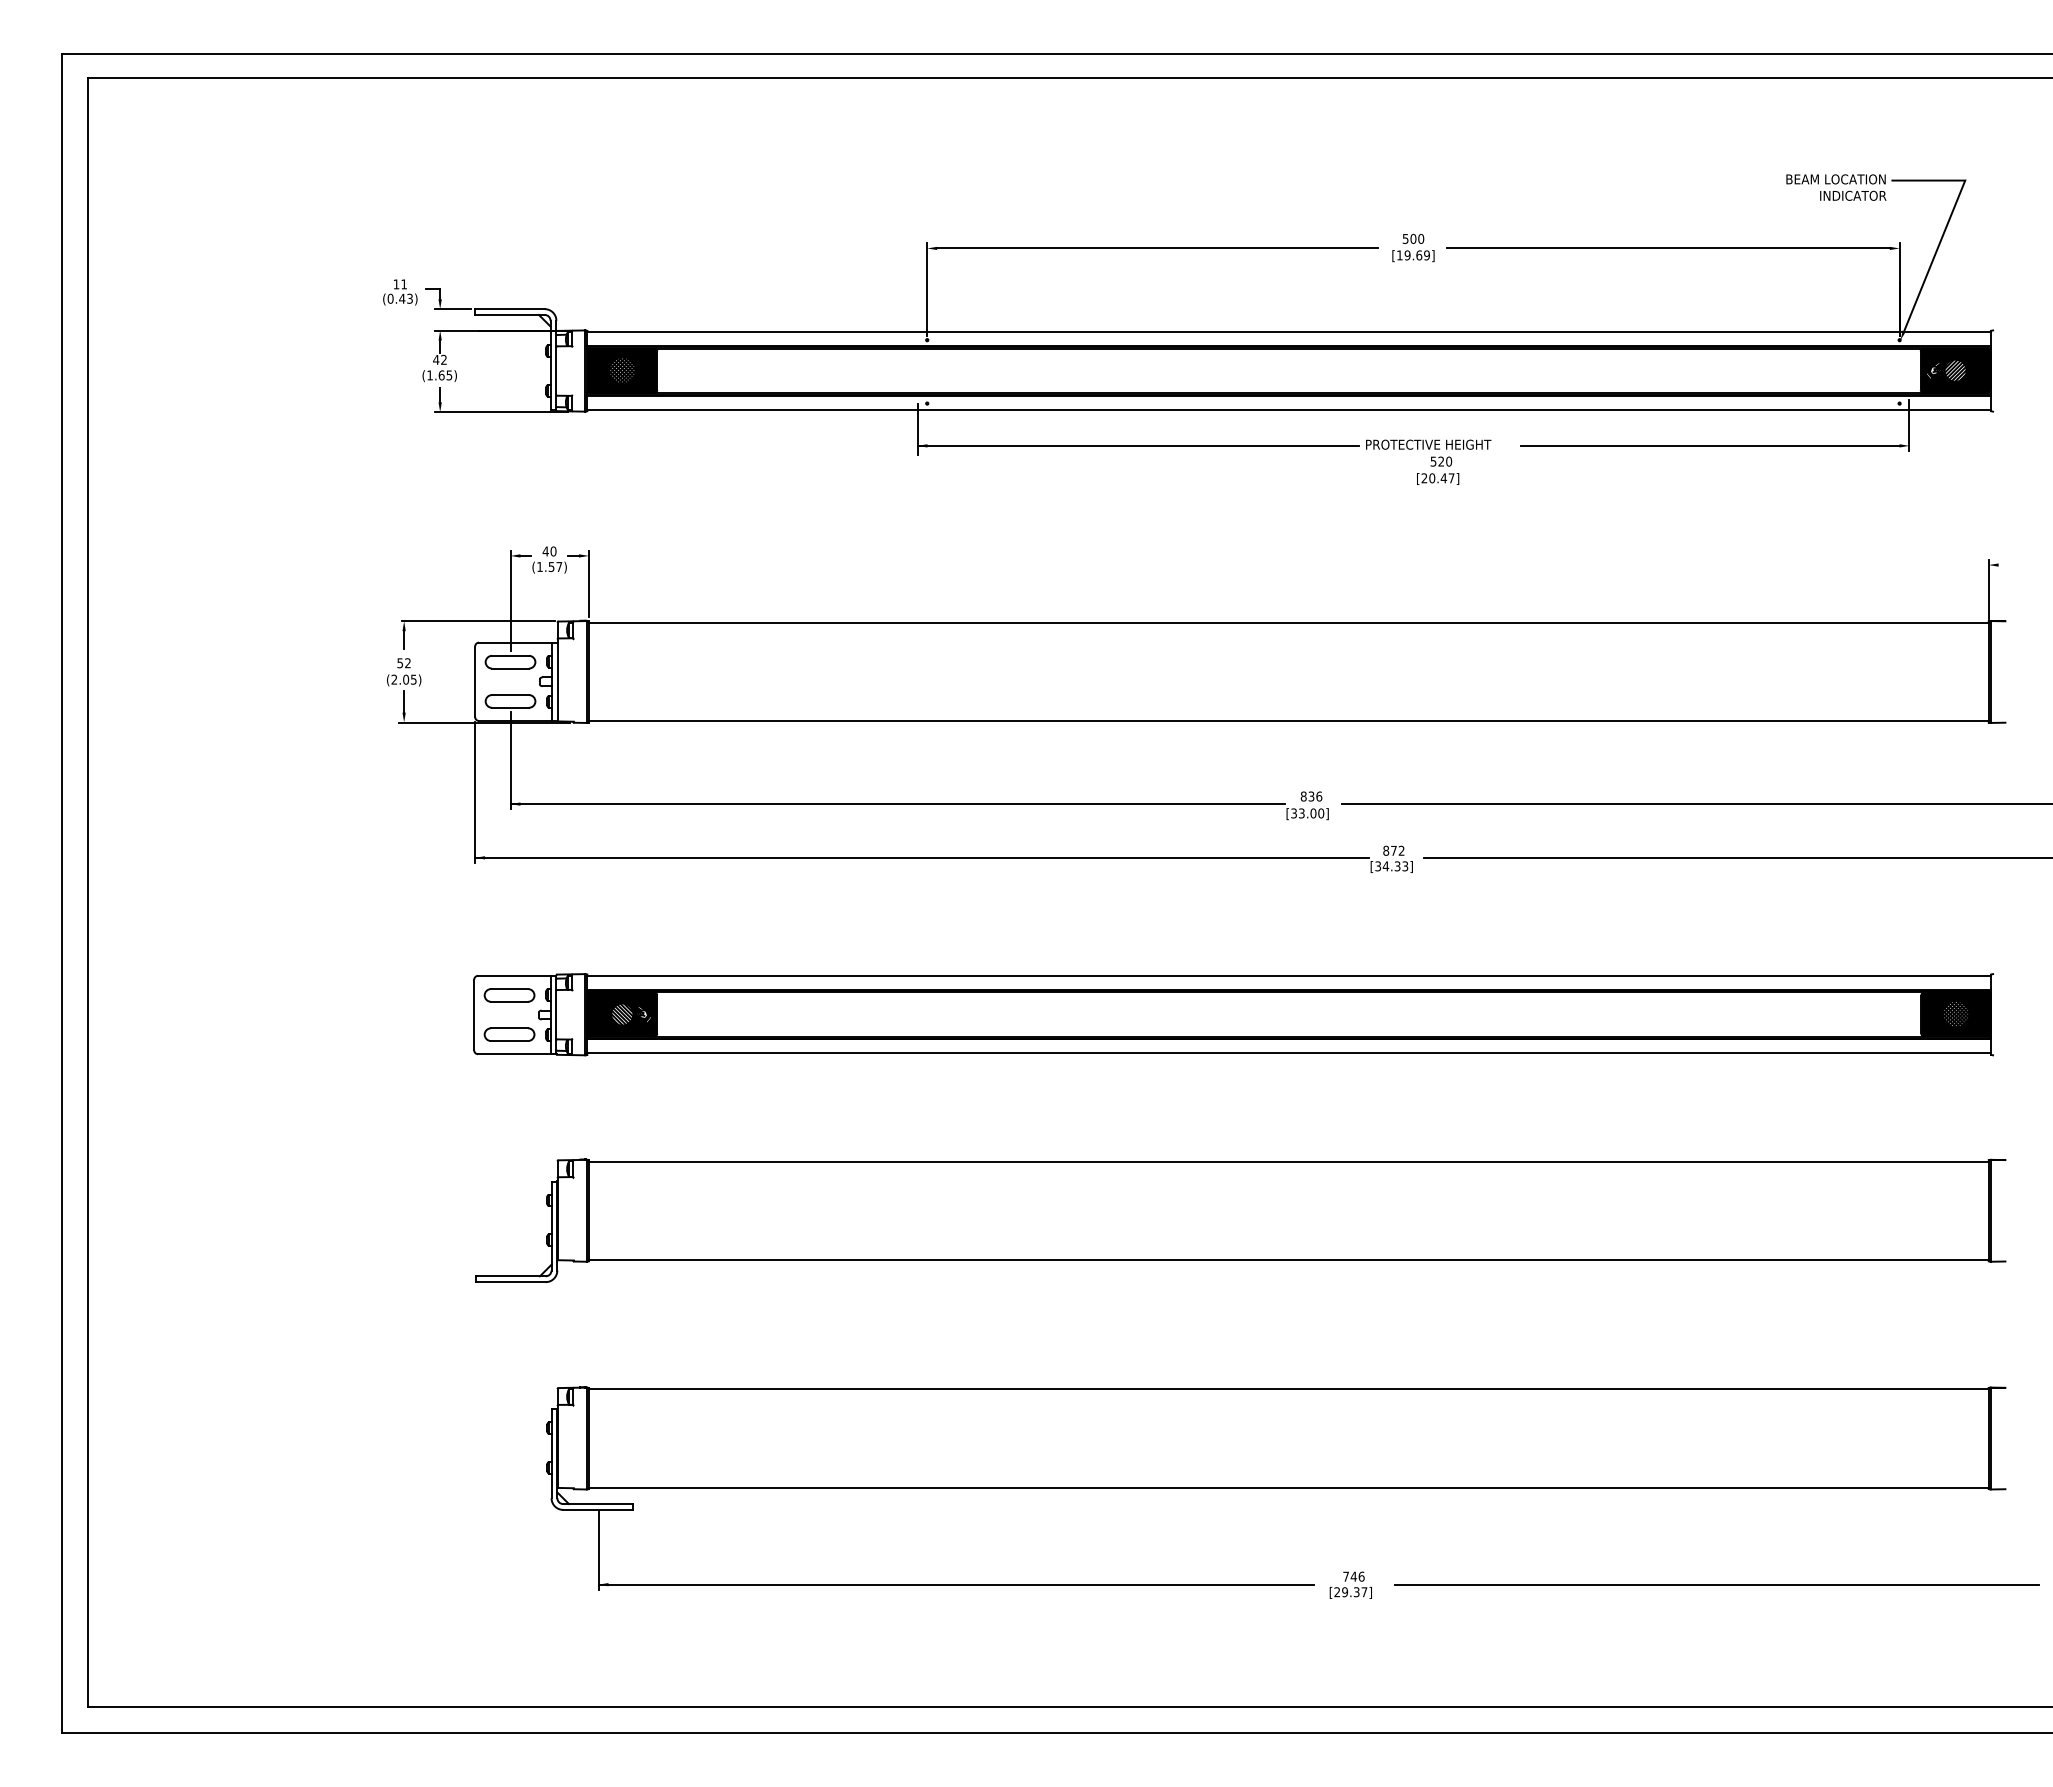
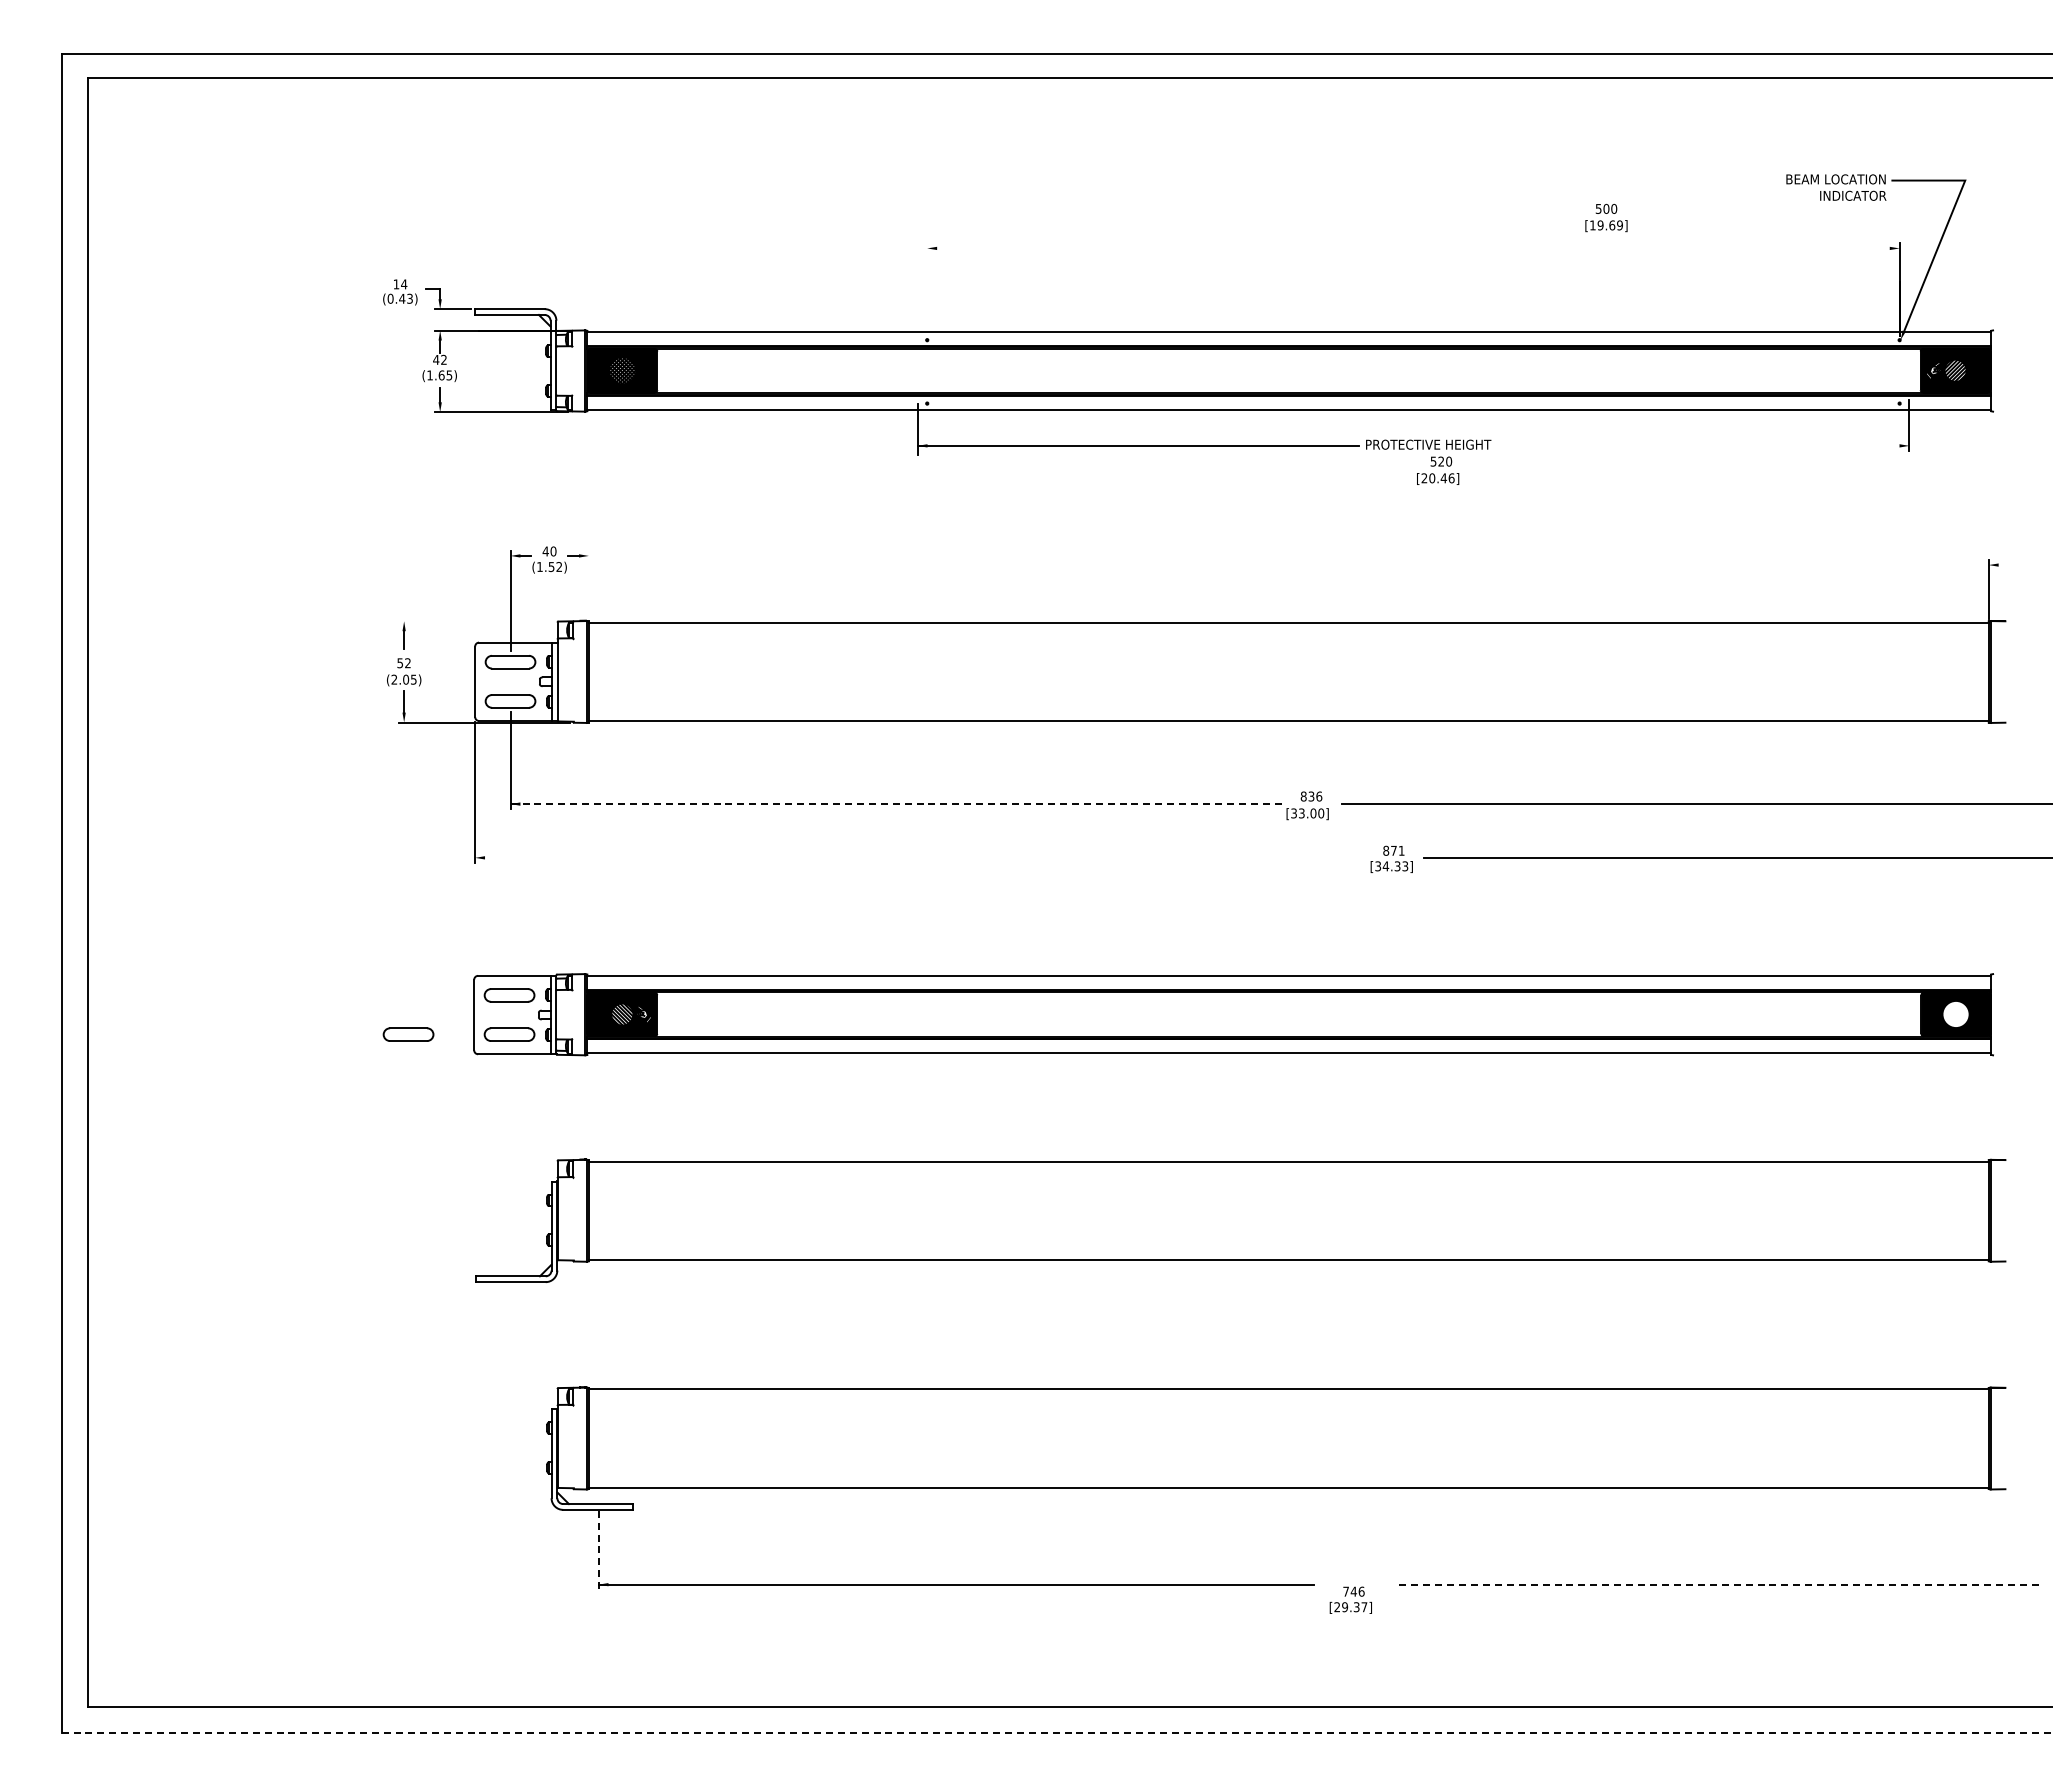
line at (1157, 248): present -> none
text at (1413, 248) position: (1413, 248) -> (1606, 218)
line at (1668, 248): present -> none
text at (404, 284): 11 -> 14
line at (927, 289): present -> none
line at (1710, 445): present -> none
text at (1451, 478): [20.47] -> [20.46]
text at (559, 566): (1.57) -> (1.52)
line at (588, 584): present -> none
line at (478, 621): present -> none
line at (898, 804): solid -> dashed
text at (1401, 850): 872 -> 871
line at (921, 857): present -> none
hatch at (1955, 1014): present -> none
part at (408, 1034): none -> present
line at (598, 1550): solid -> dashed
text at (1350, 1584) position: (1350, 1584) -> (1350, 1599)
line at (1716, 1584): solid -> dashed
line at (1057, 1733): solid -> dashed
